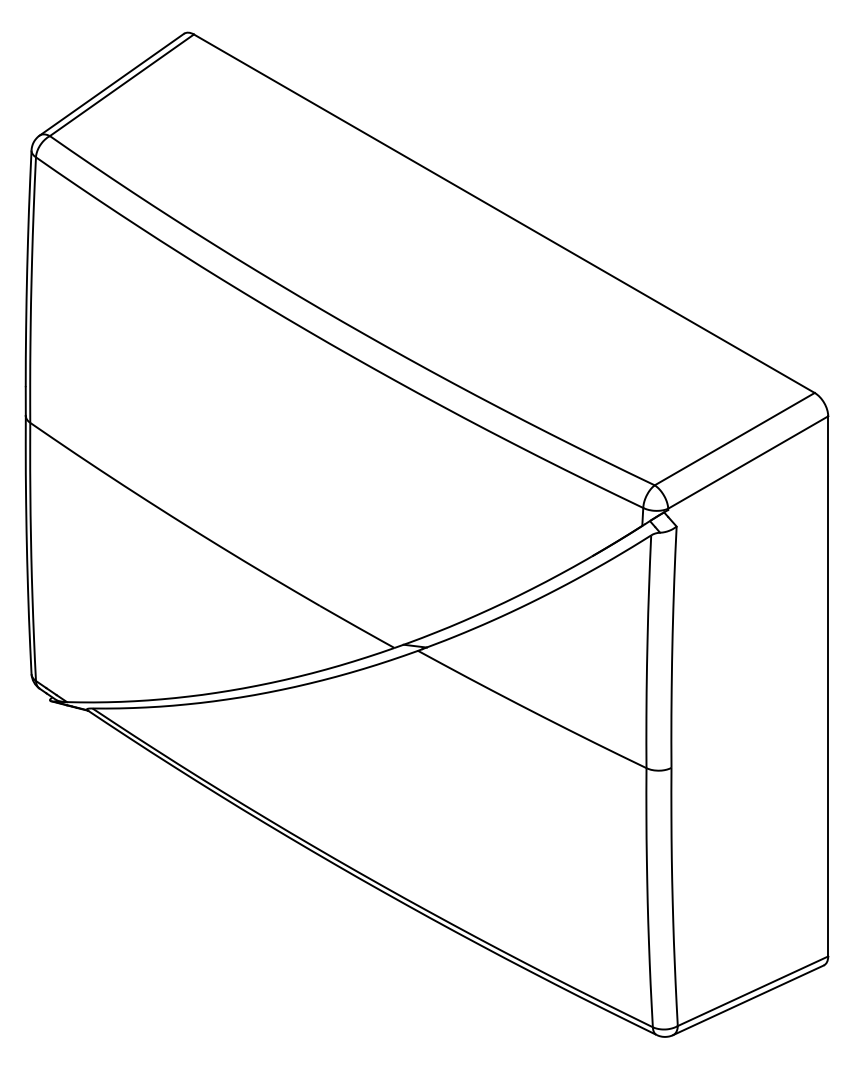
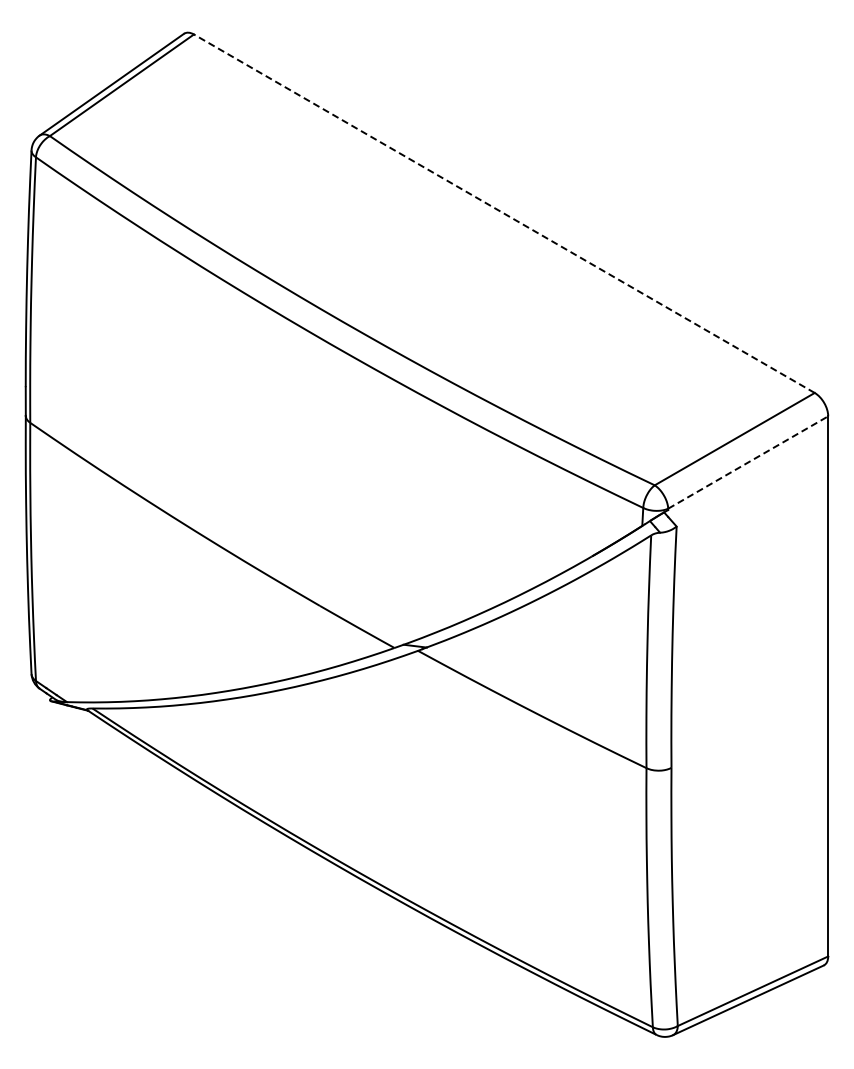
line at (503, 213): solid -> dashed
line at (748, 462): solid -> dashed
